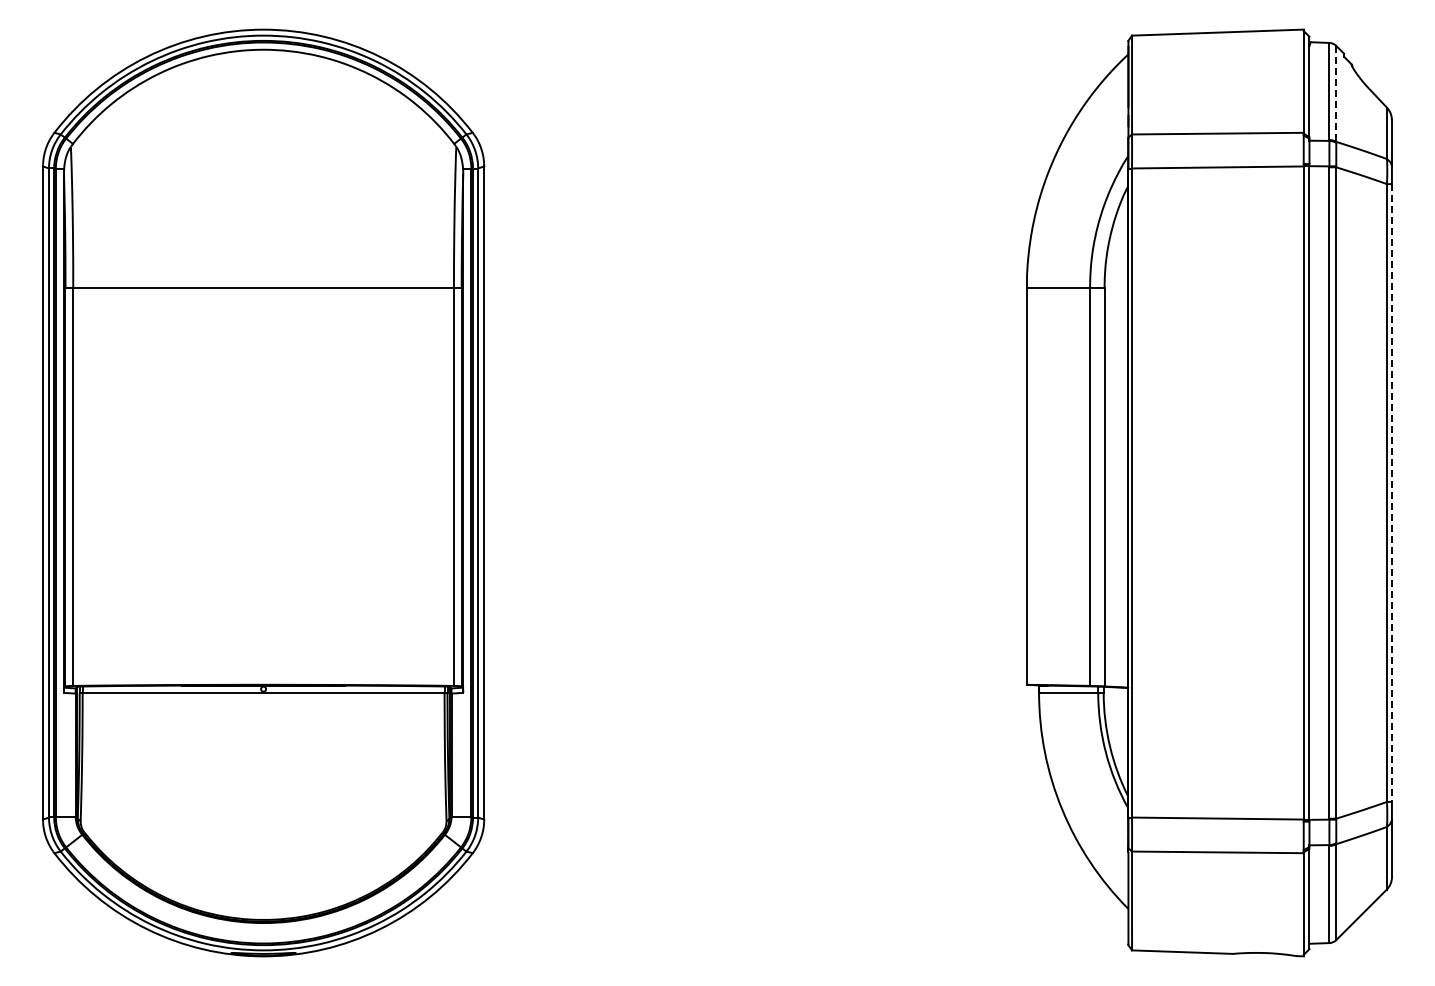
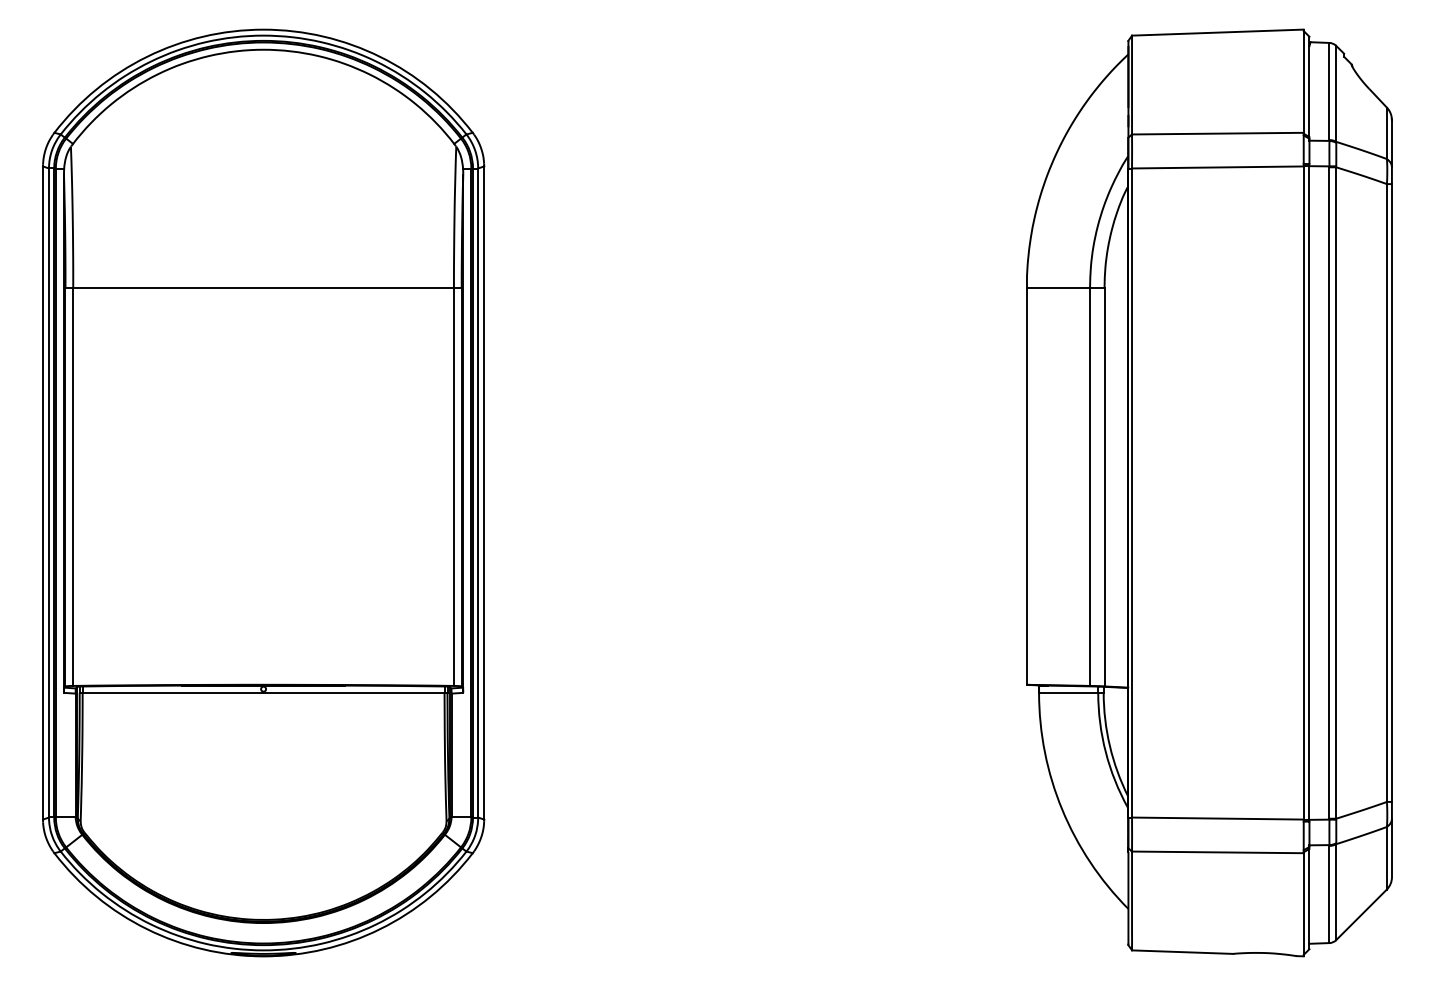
line at (1336, 93): dashed -> solid
line at (1391, 493): dashed -> solid
